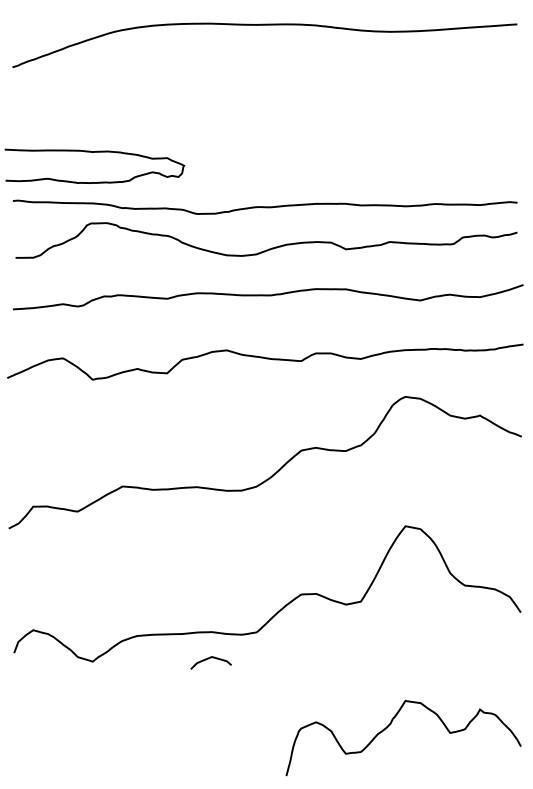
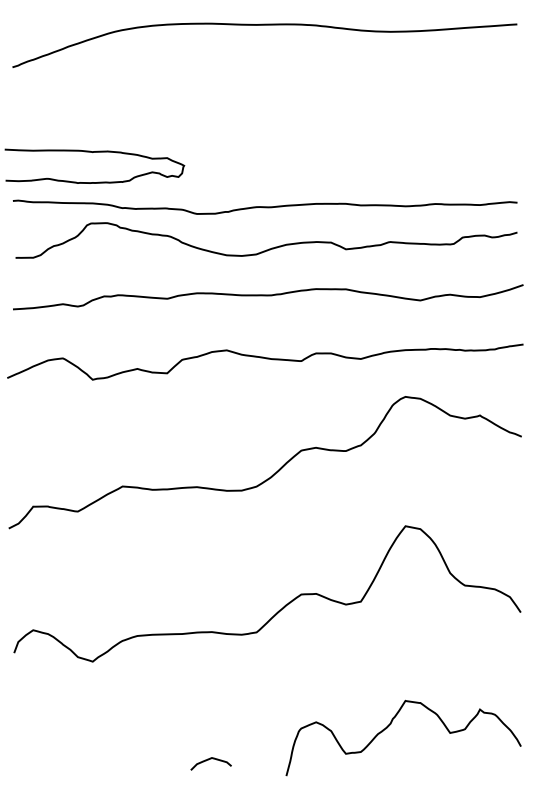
curve at (208, 659) position: (208, 659) -> (208, 760)
